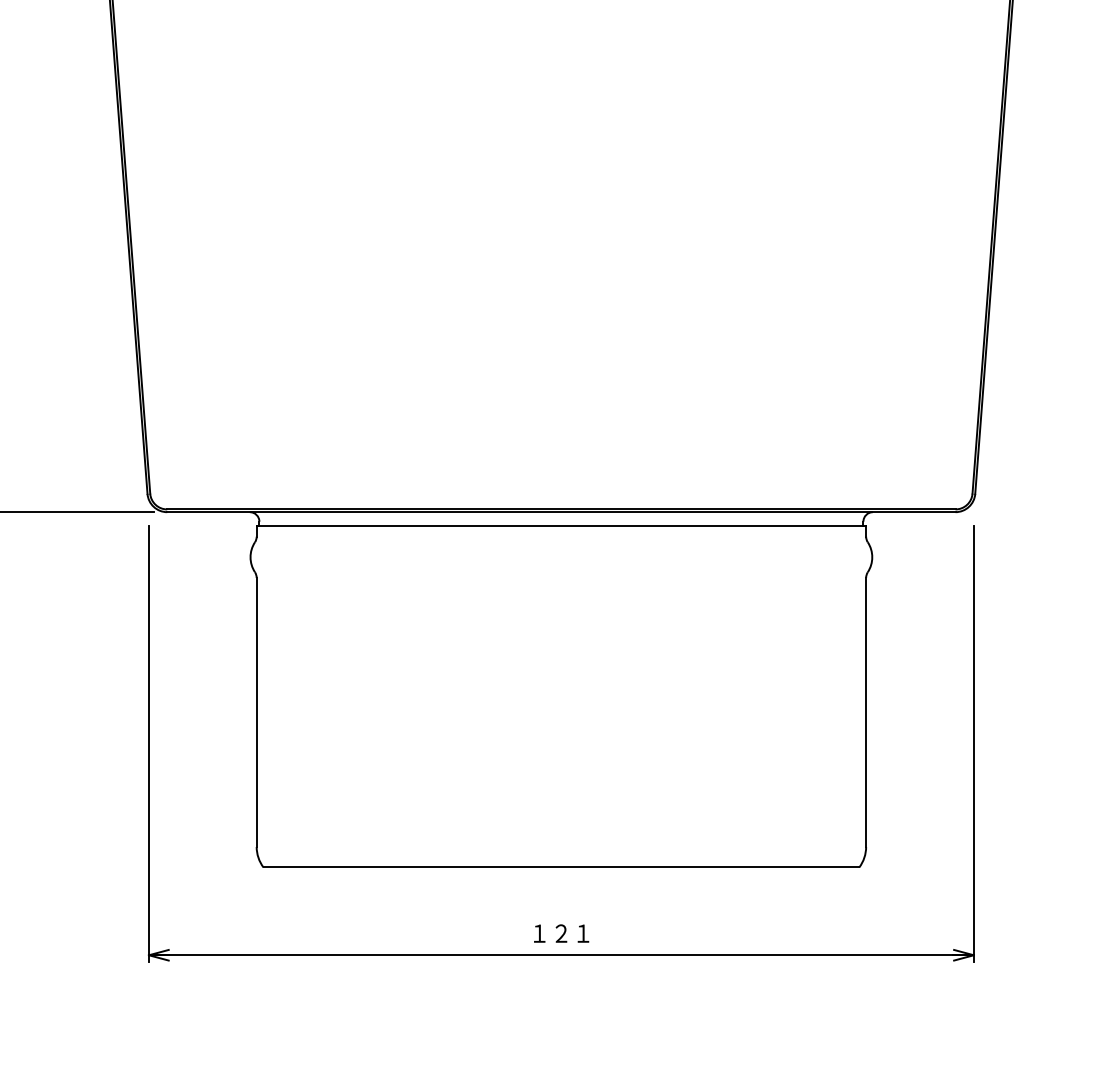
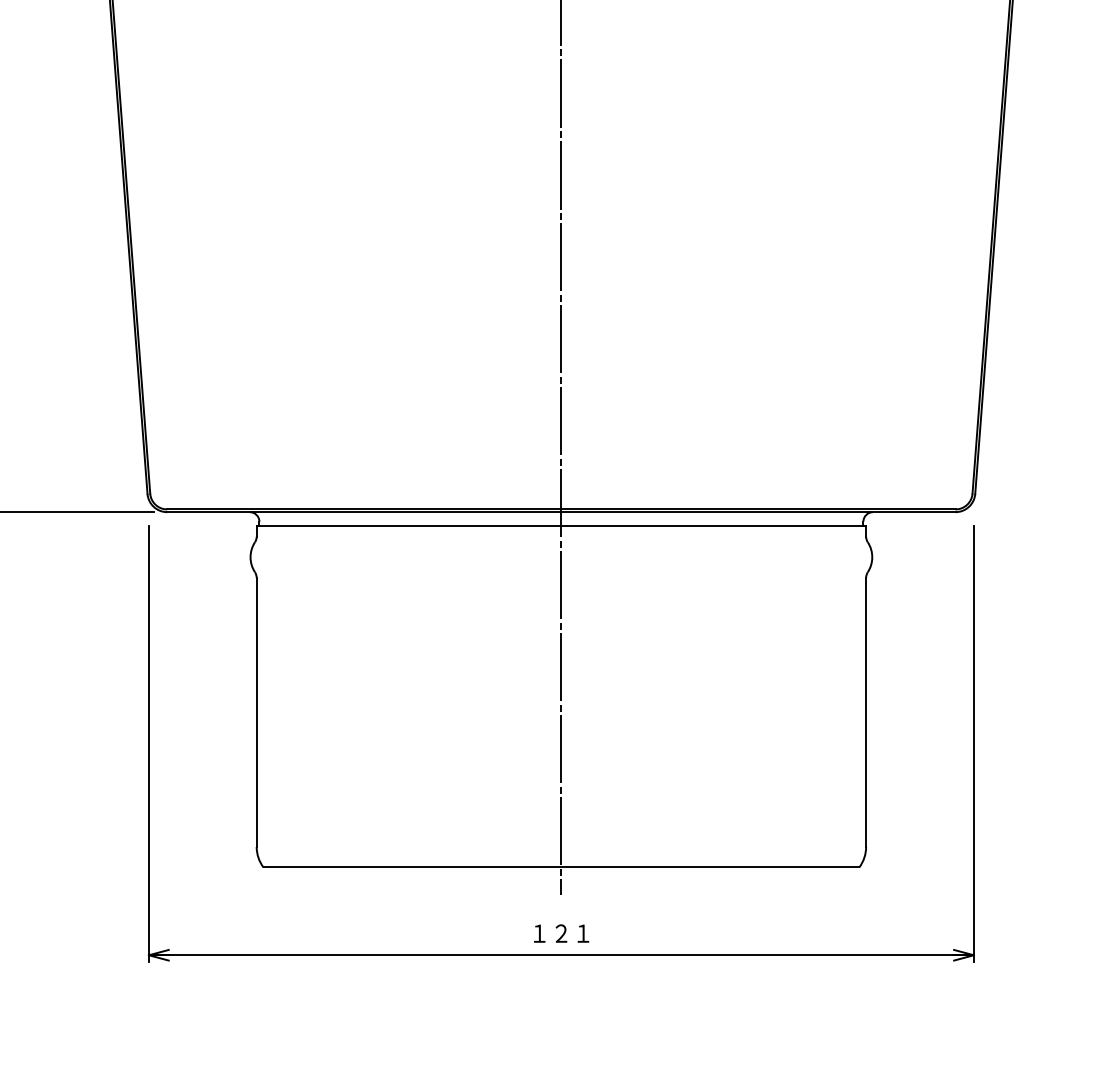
line at (561, 448): none -> present
